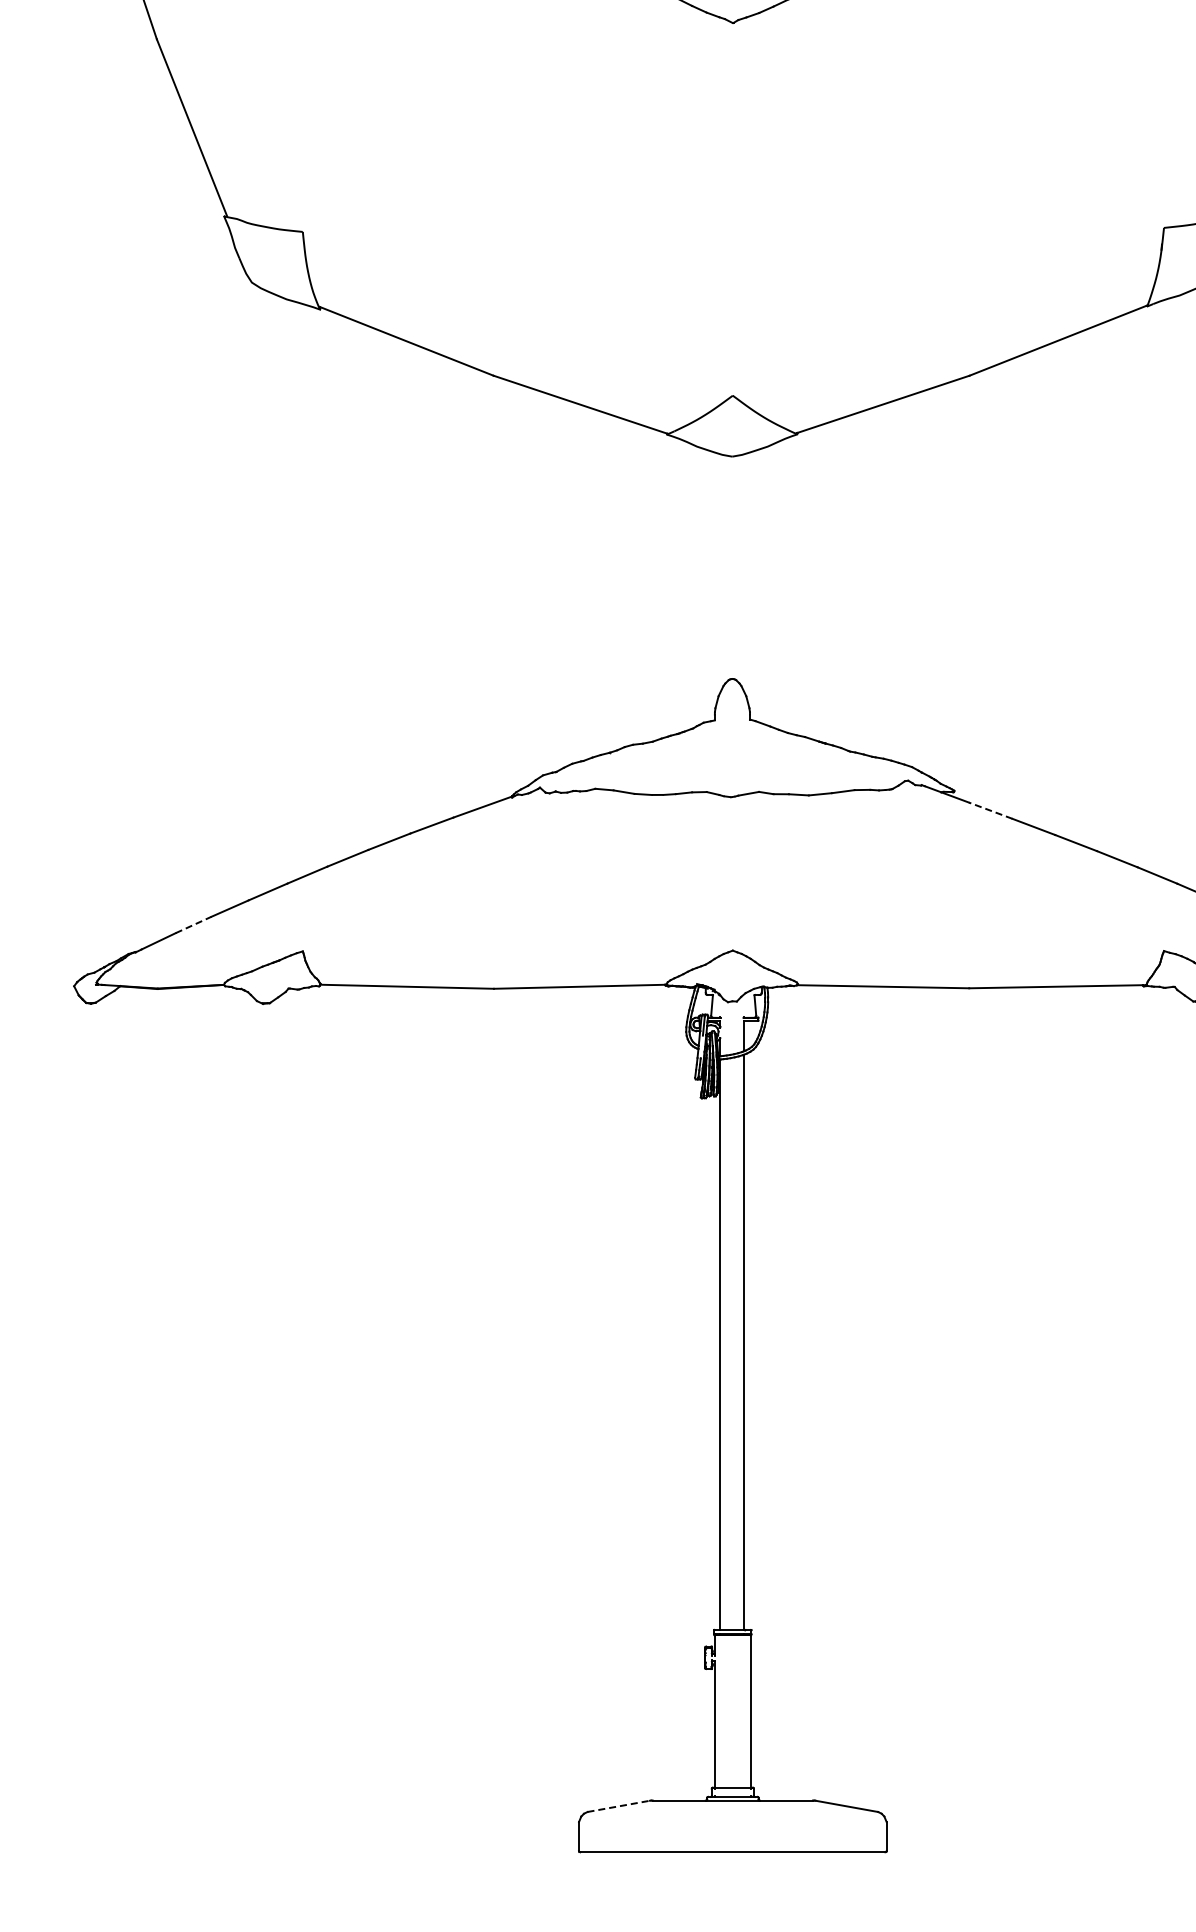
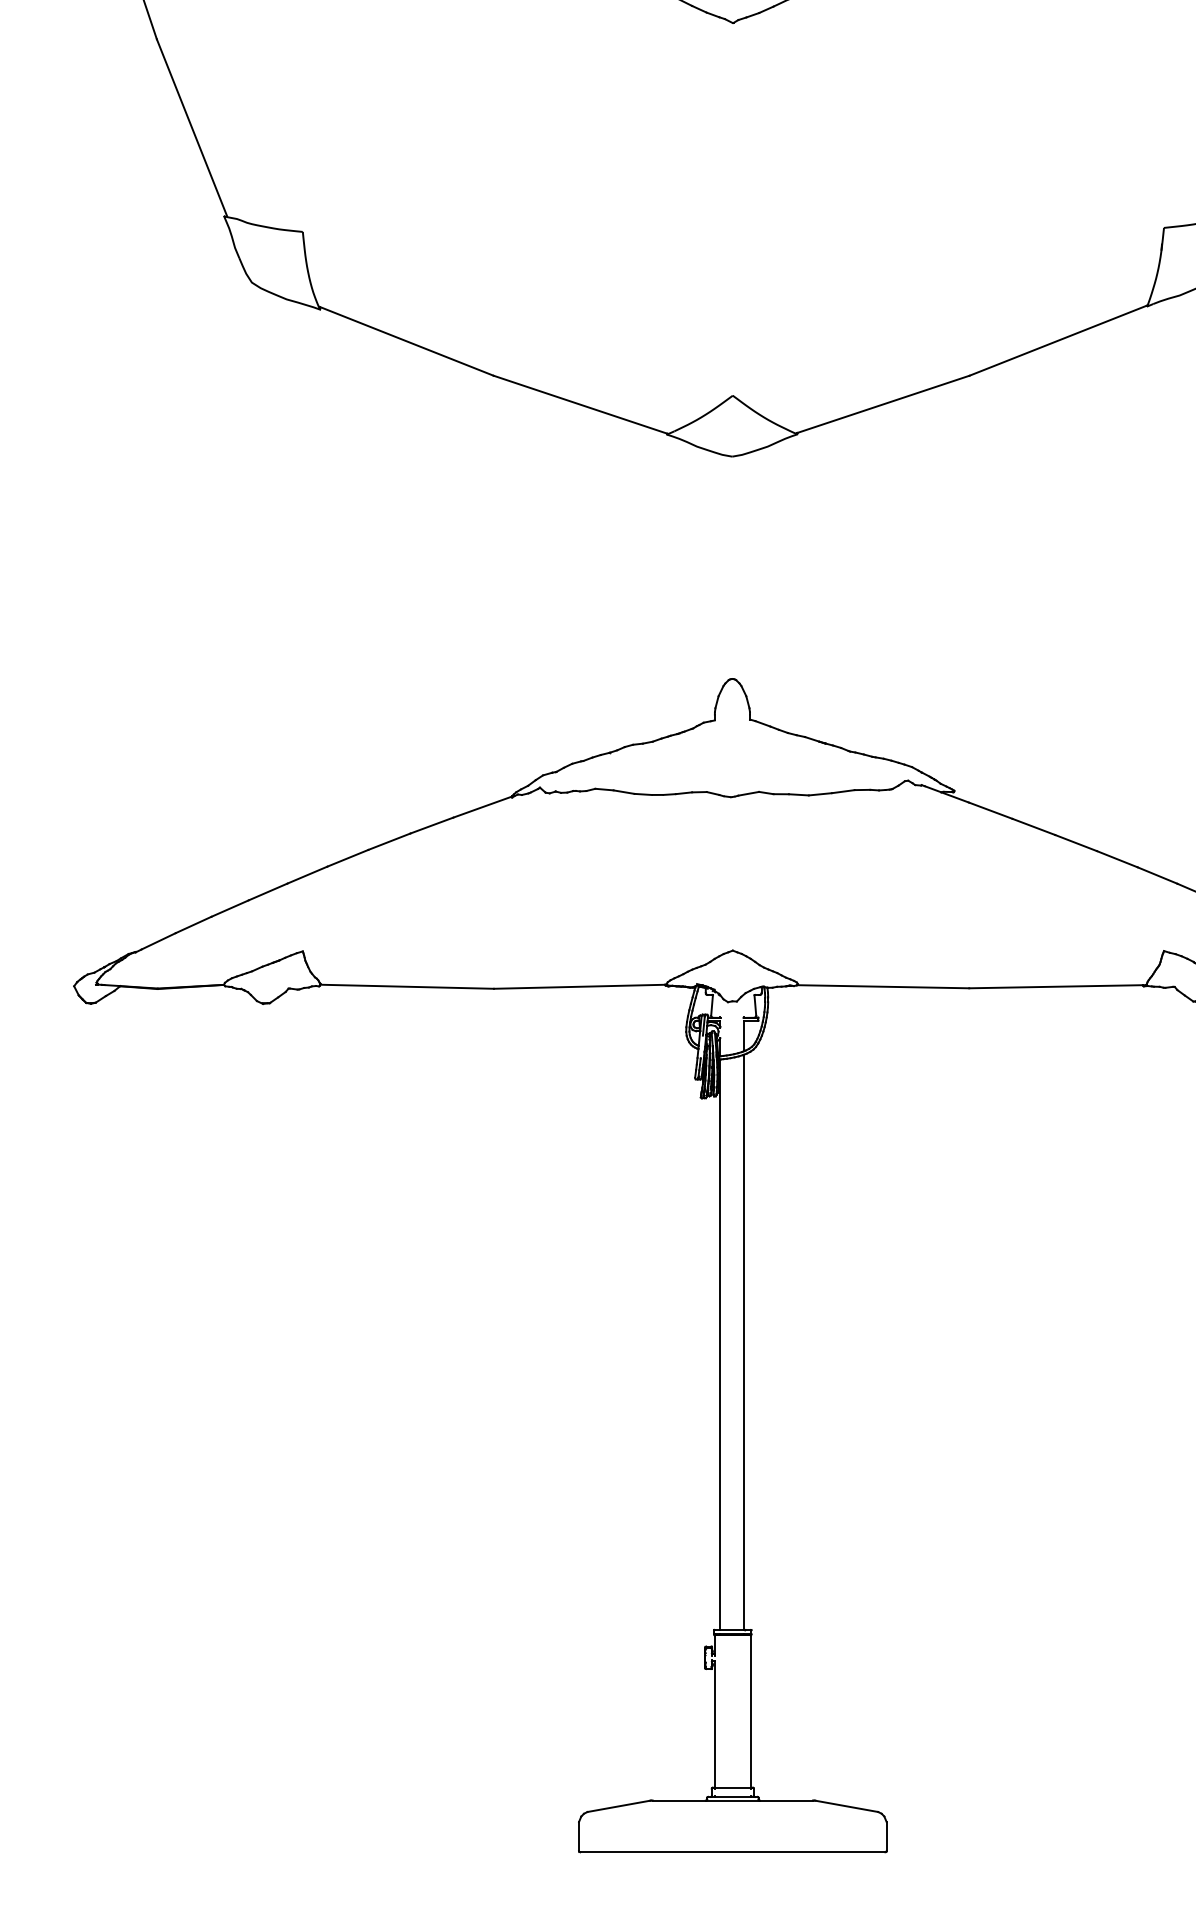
line at (990, 810): dashed -> solid
line at (193, 924): dashed -> solid
line at (618, 1806): dashed -> solid
